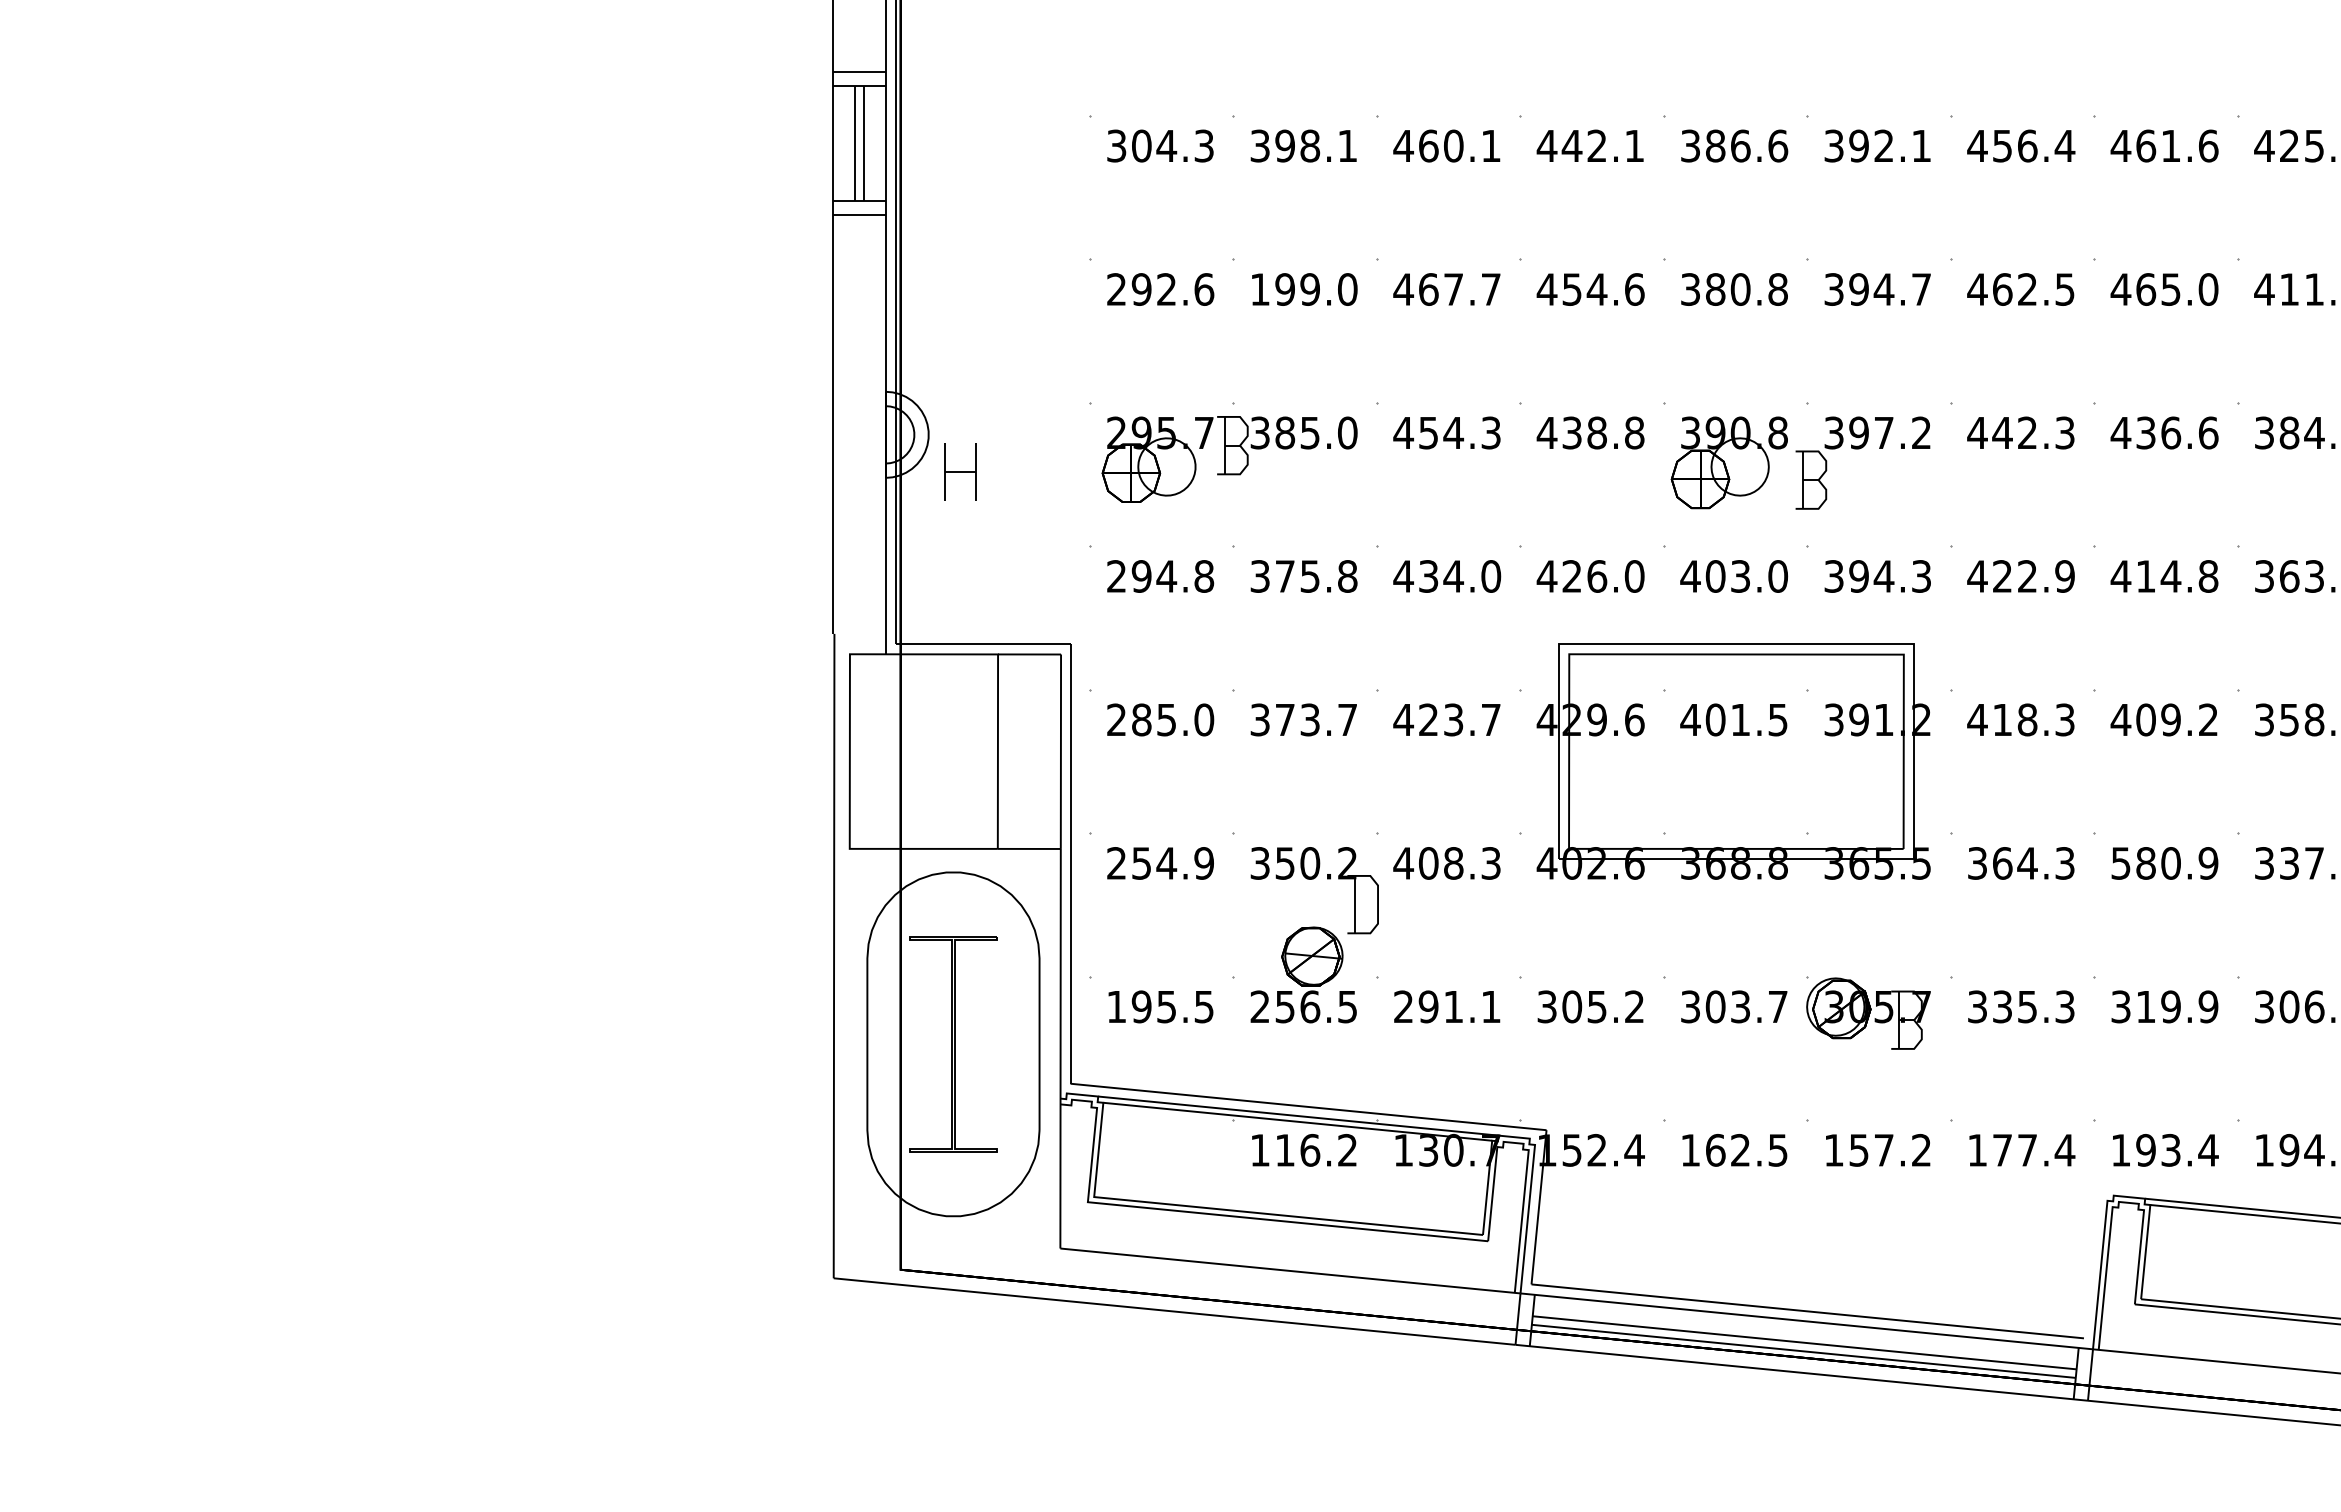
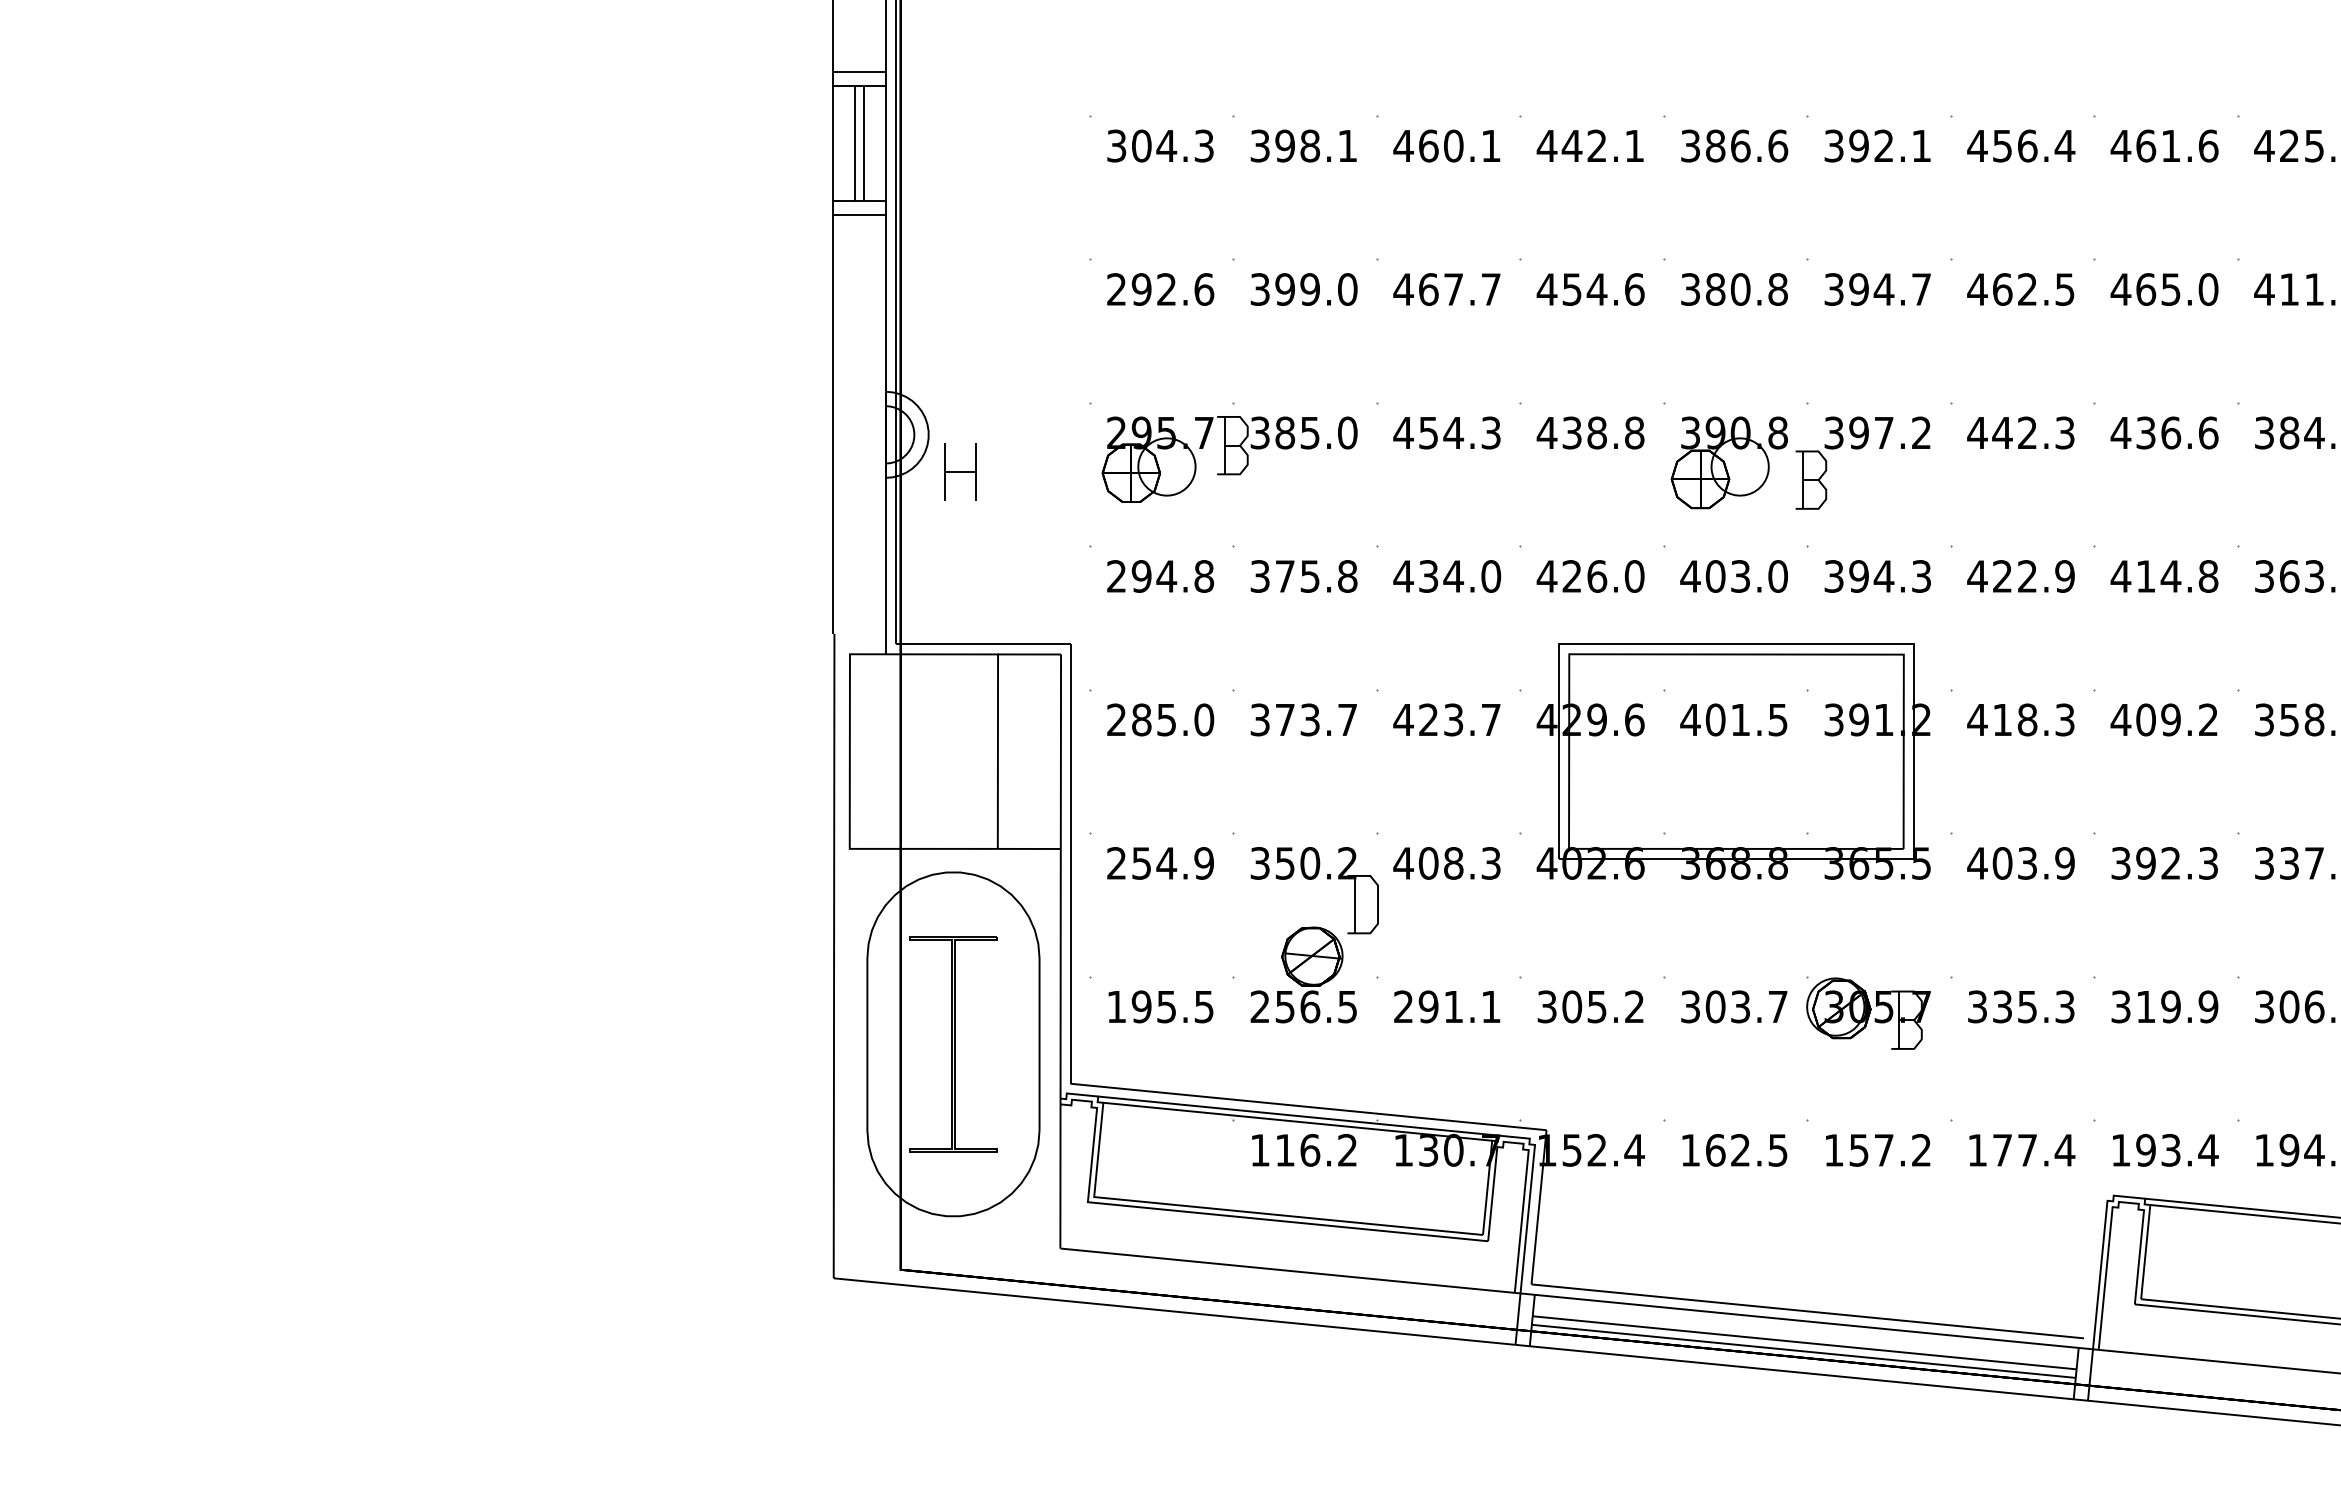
text at (1259, 289): 199.0 -> 399.0
text at (2020, 863): 364.3 -> 403.9
text at (2165, 863): 580.9 -> 392.3
